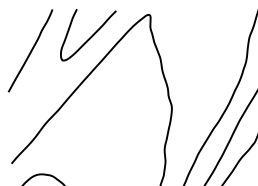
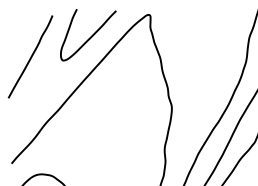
curve at (30, 50) position: (30, 50) -> (30, 56)
